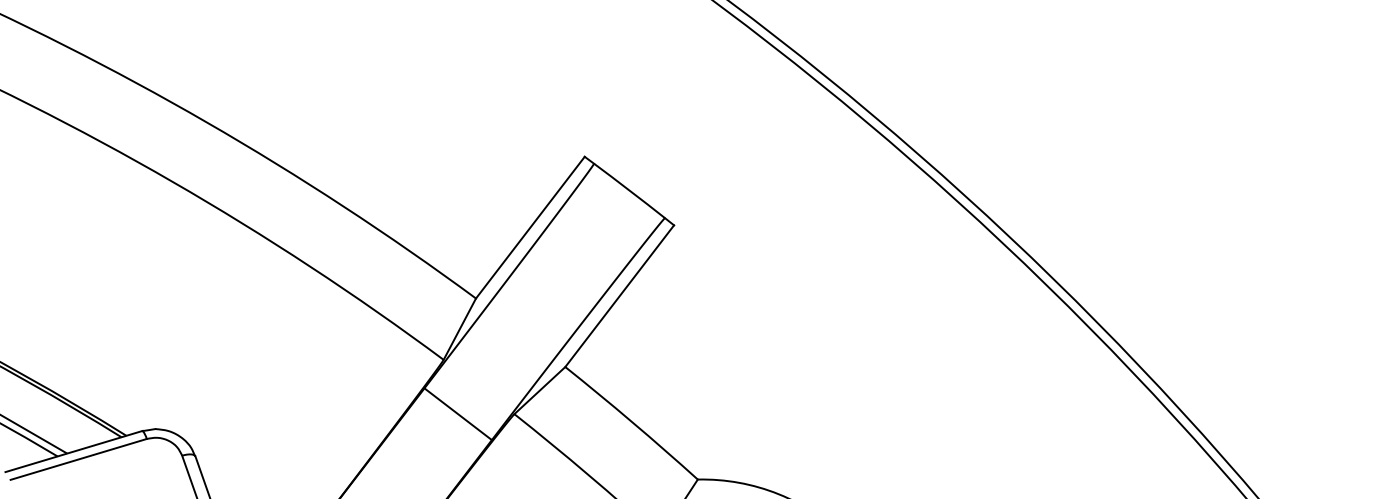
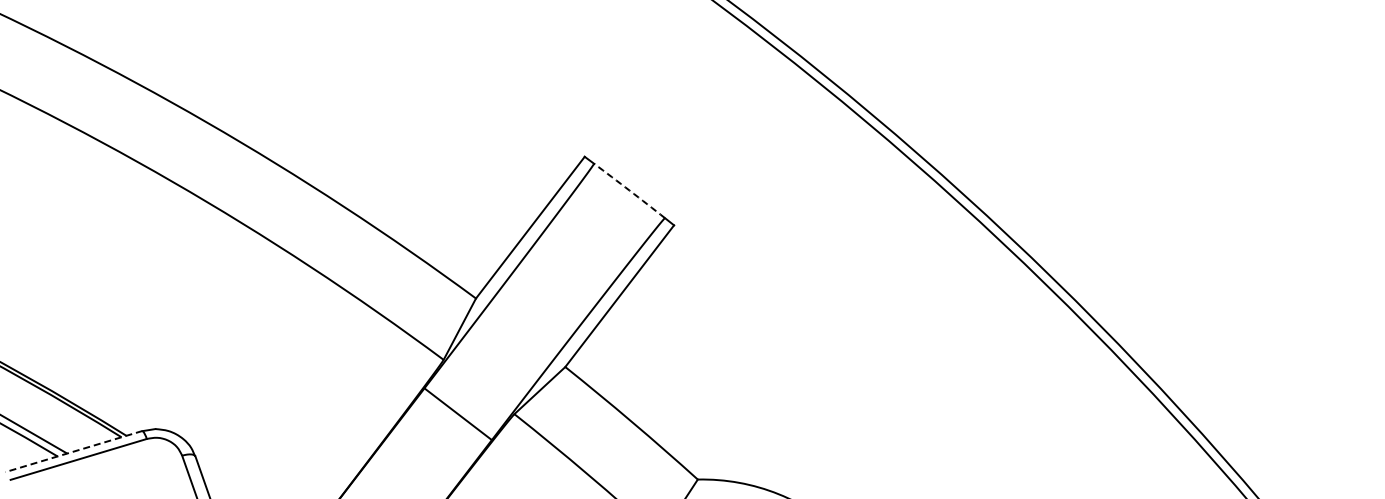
arc at (629, 190): solid -> dashed
line at (74, 451): solid -> dashed
